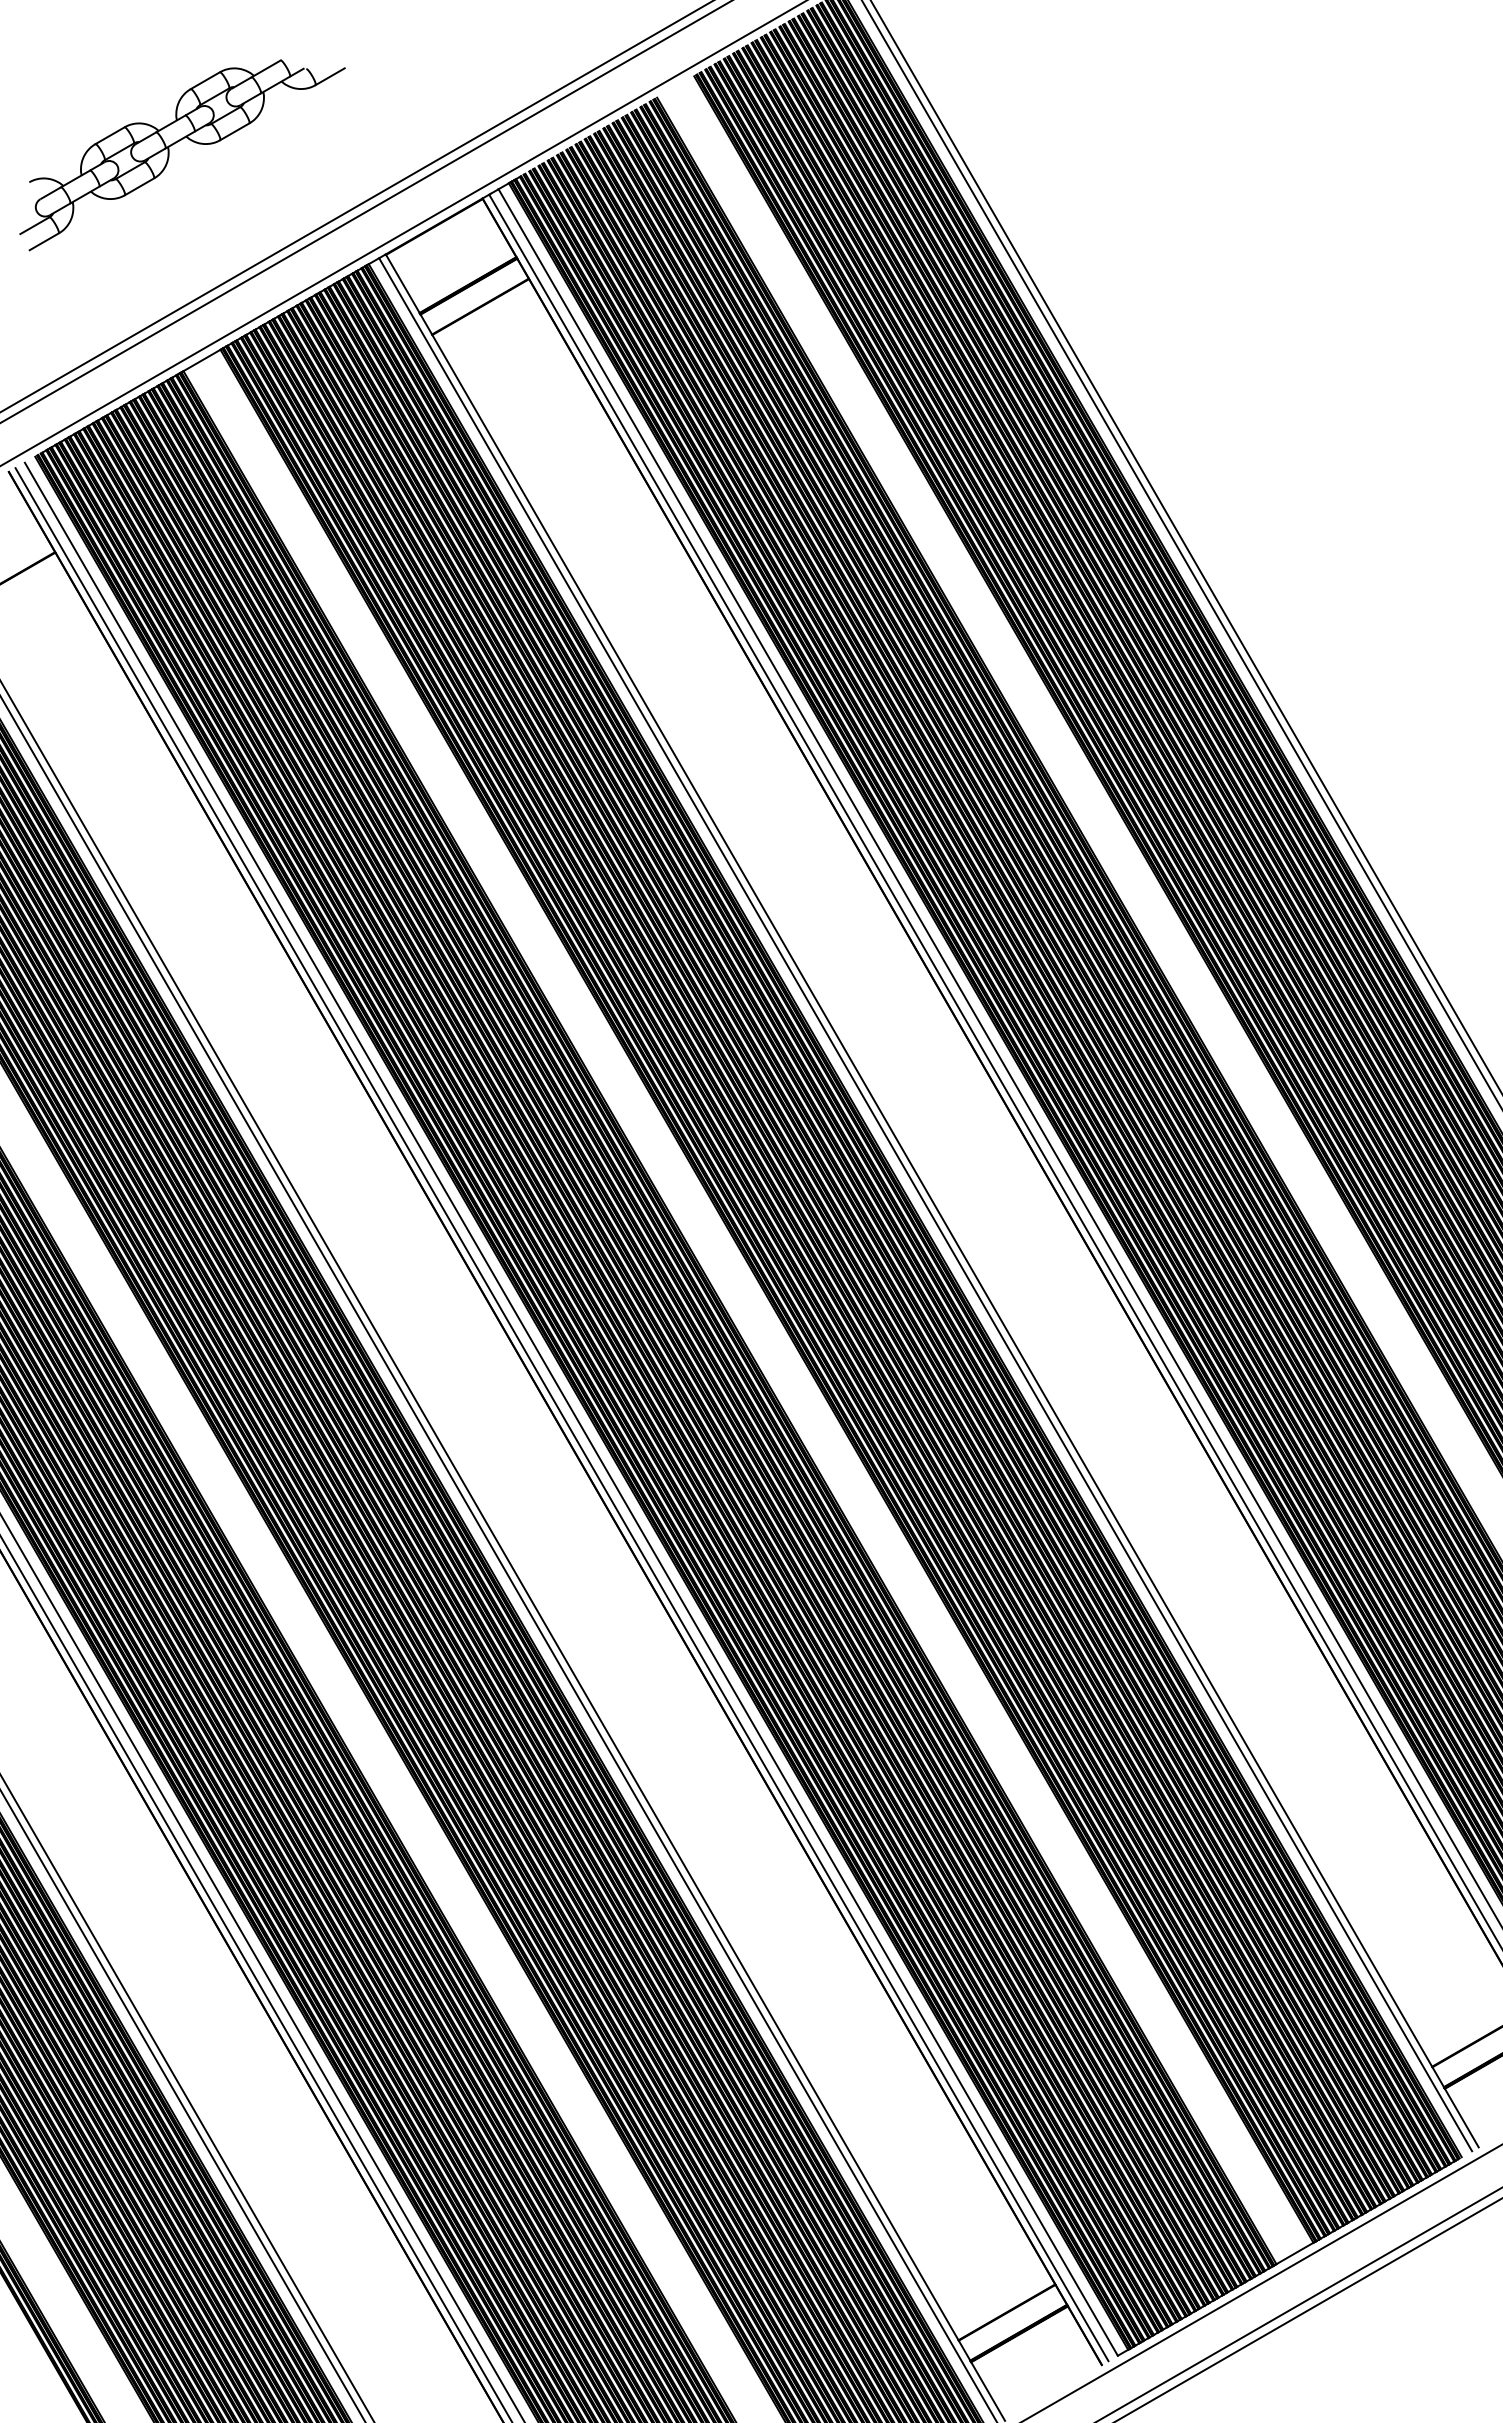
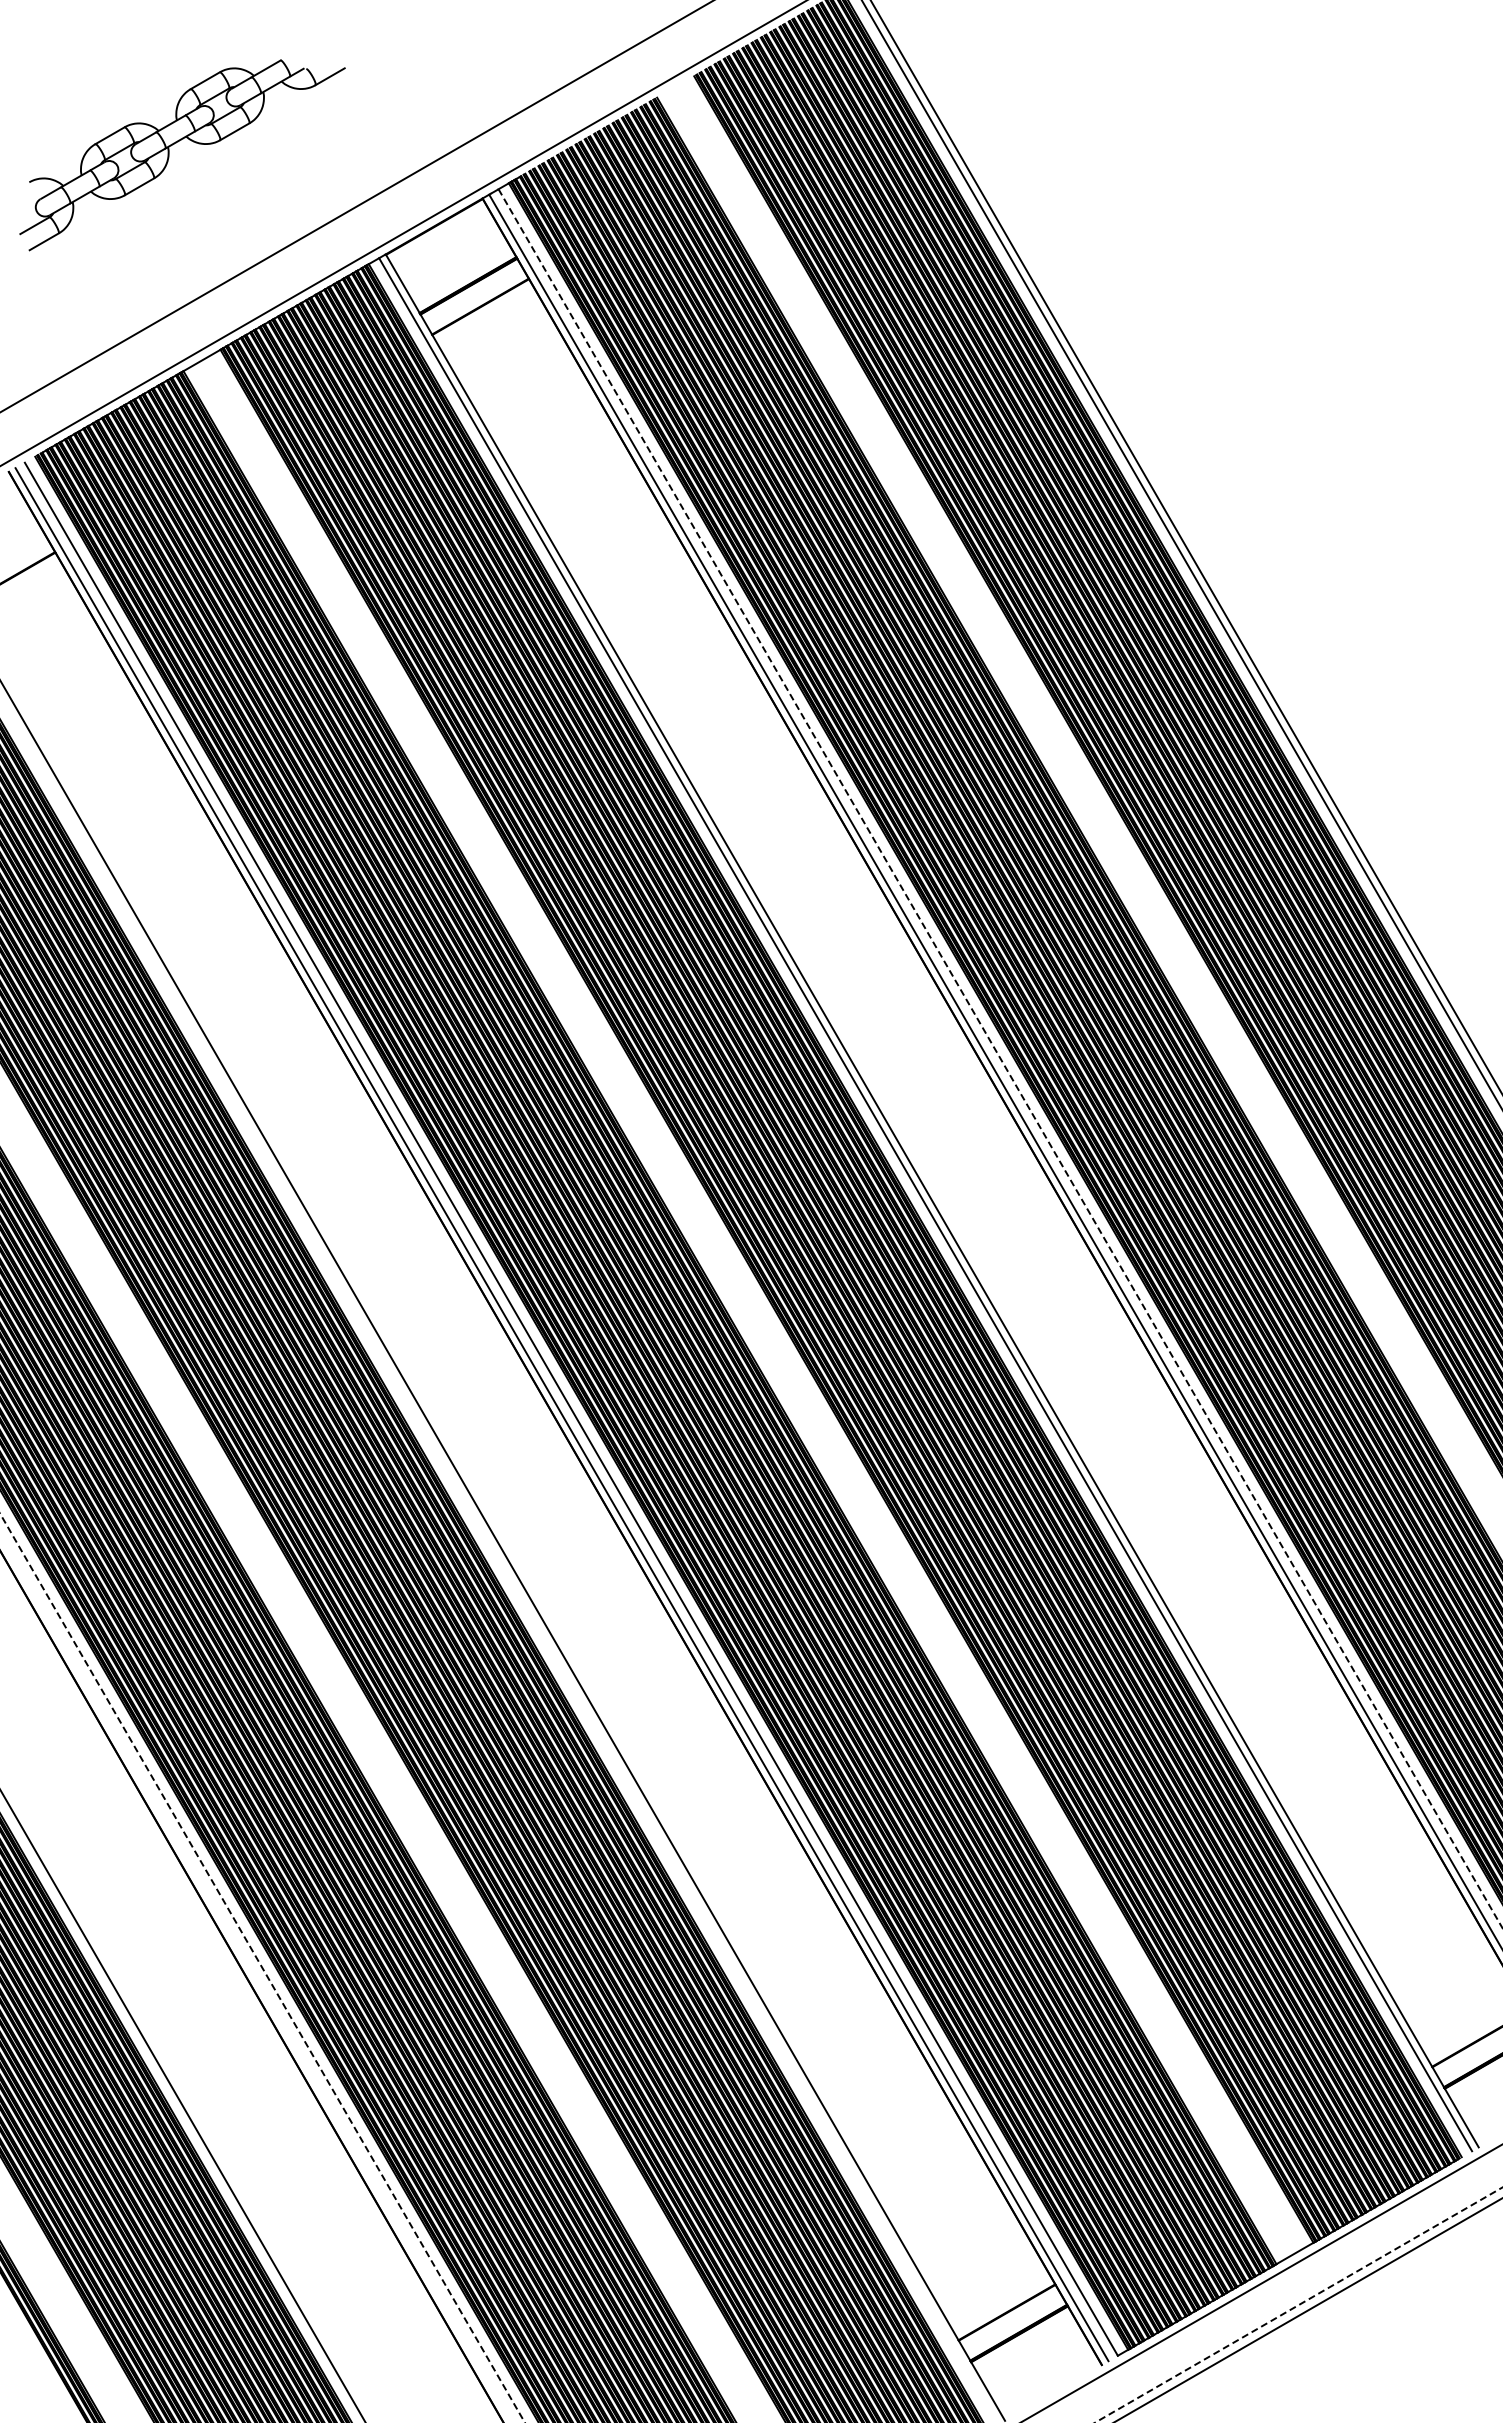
line at (365, 211): present -> none
line at (1000, 1058): solid -> dashed
line at (498, 1558): present -> none
line at (262, 1968): solid -> dashed
line at (256, 1978): present -> none
line at (187, 2098): present -> none
line at (1298, 2304): solid -> dashed
